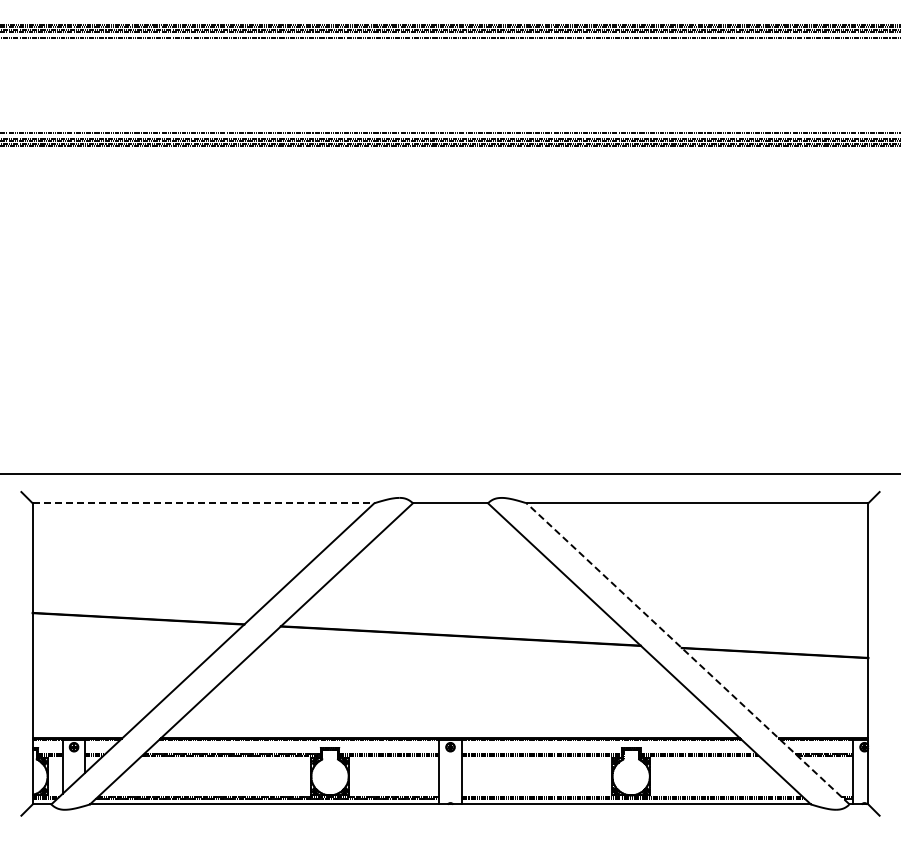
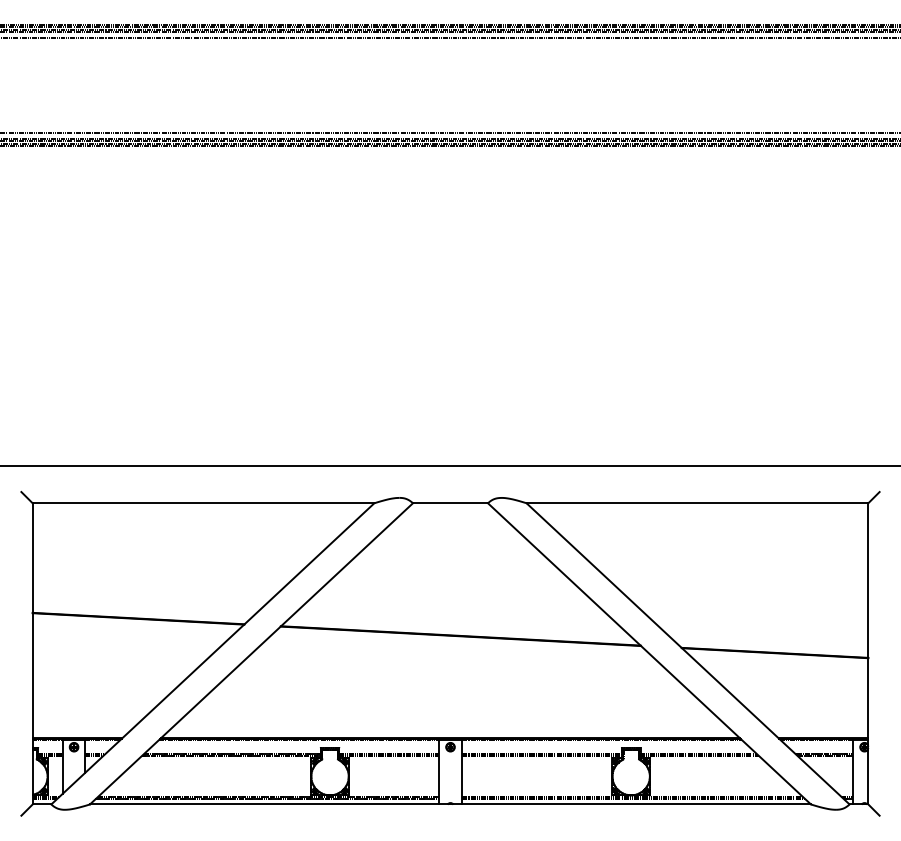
line at (449, 473) position: (449, 473) -> (449, 465)
line at (203, 503): dashed -> solid
line at (688, 653): dashed -> solid
